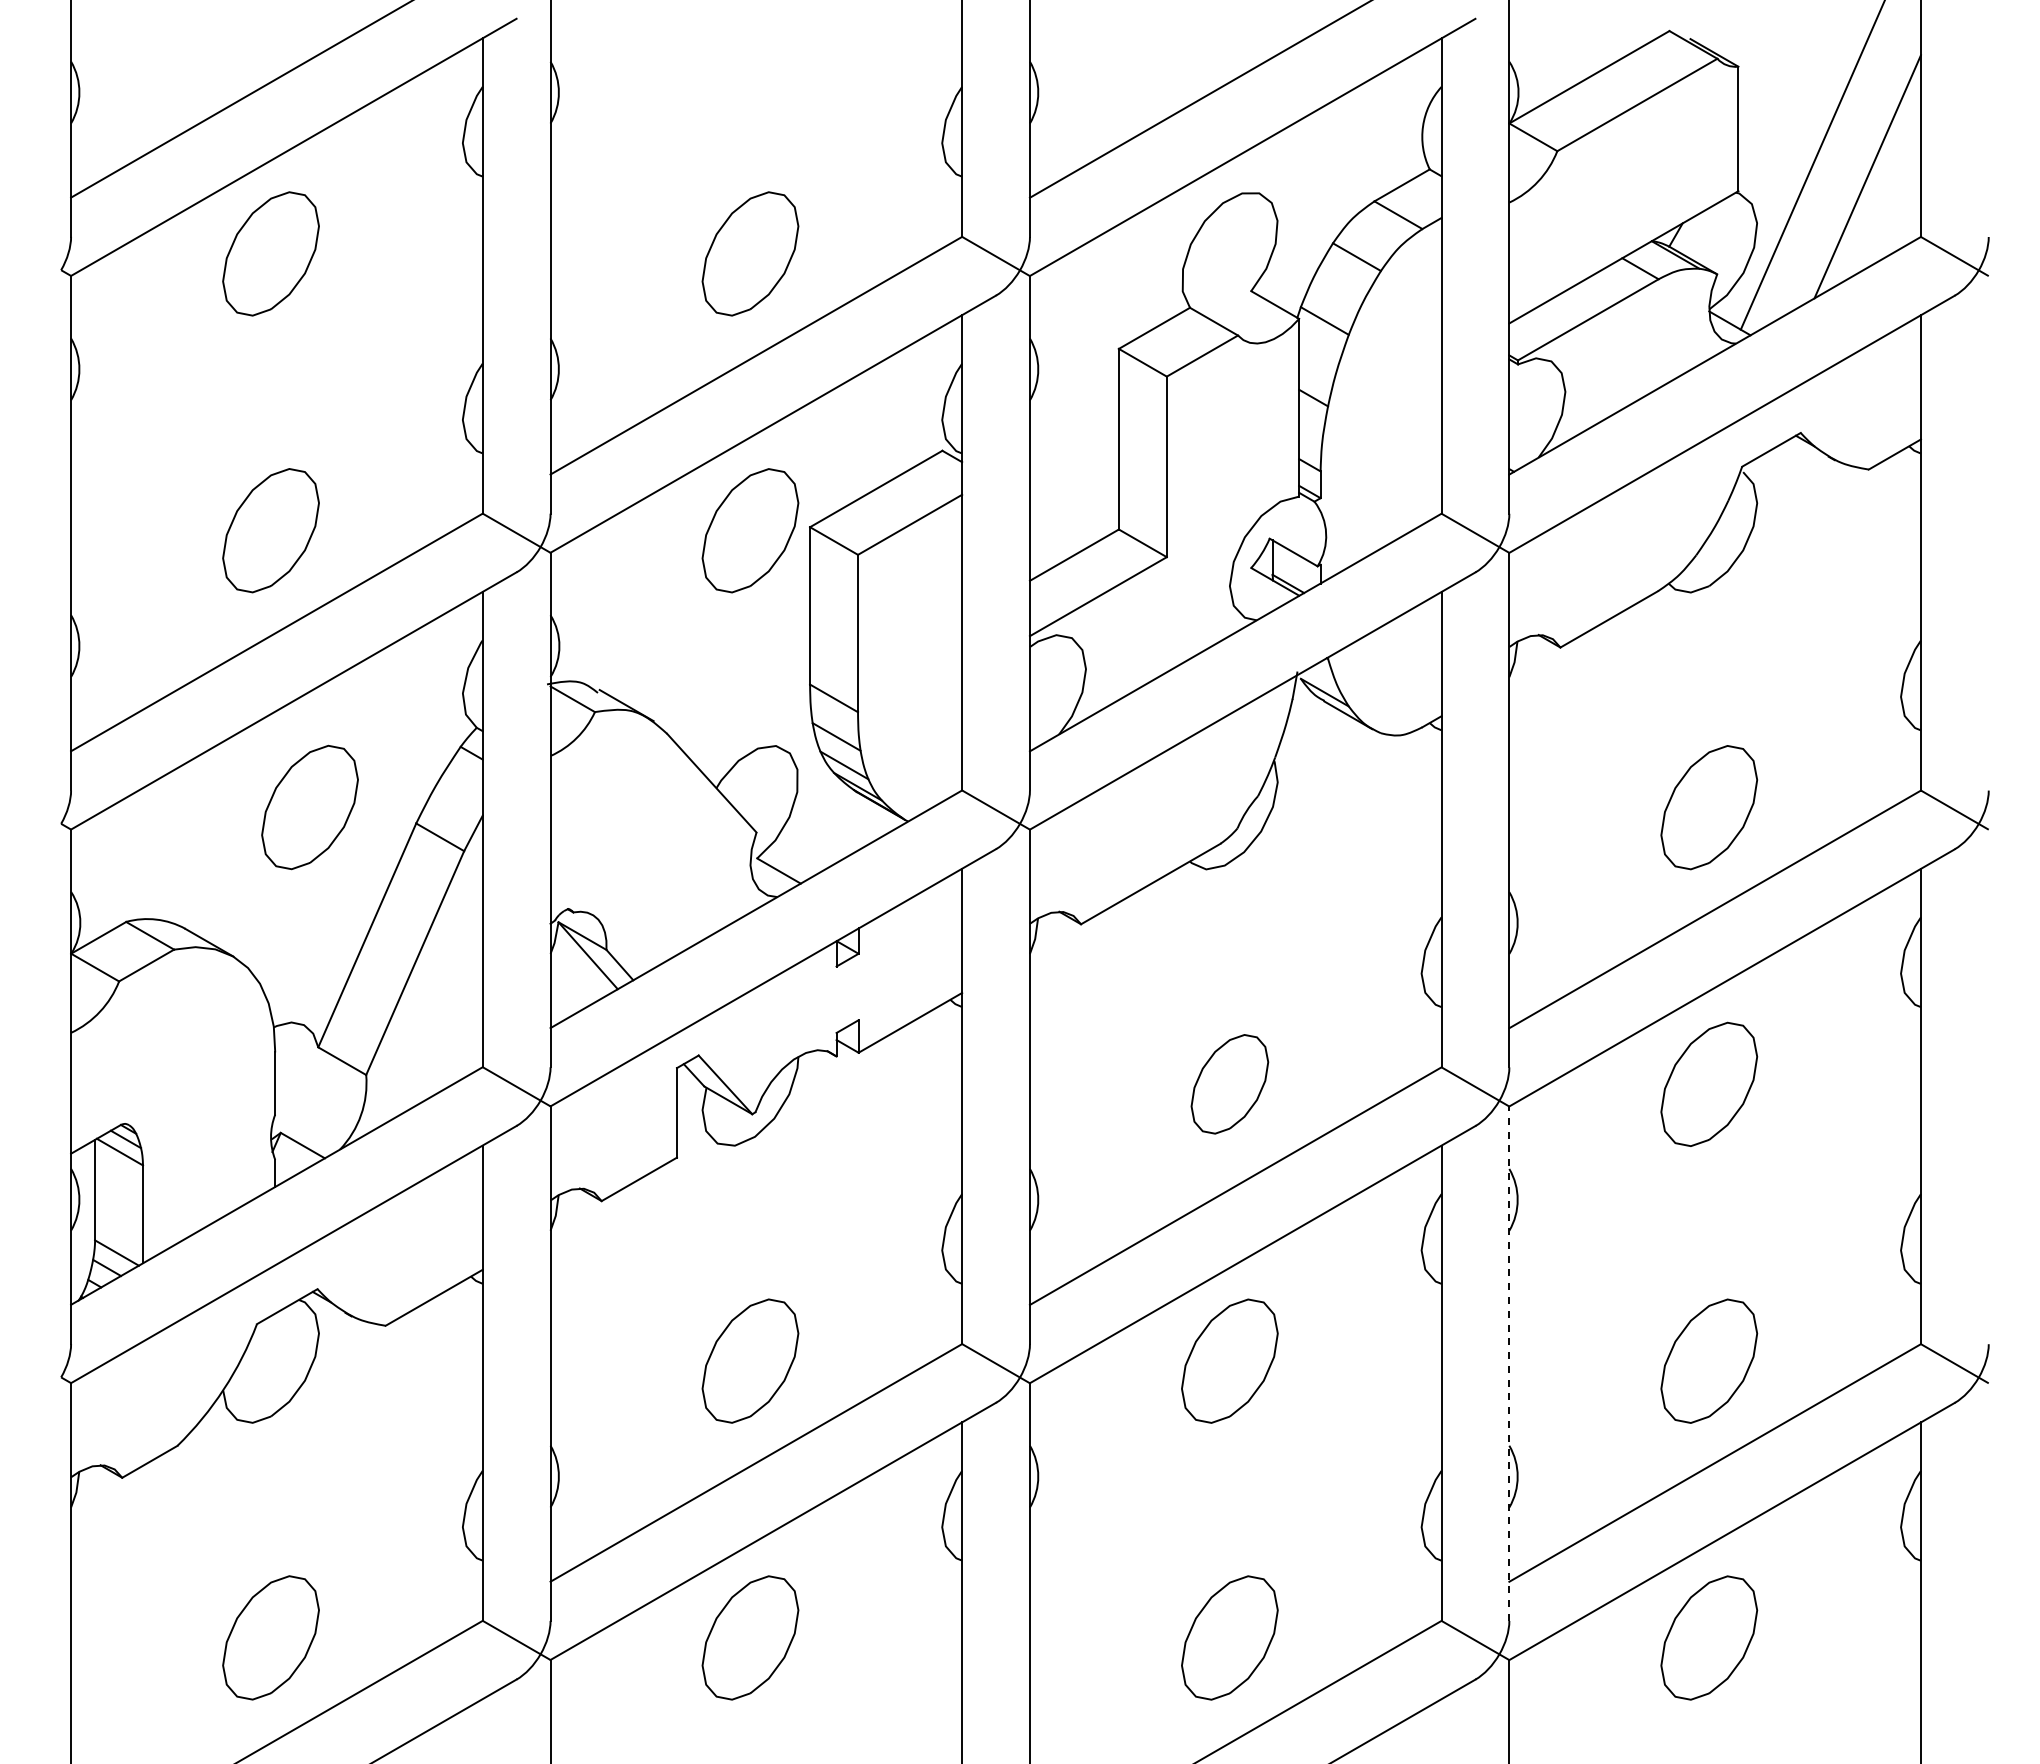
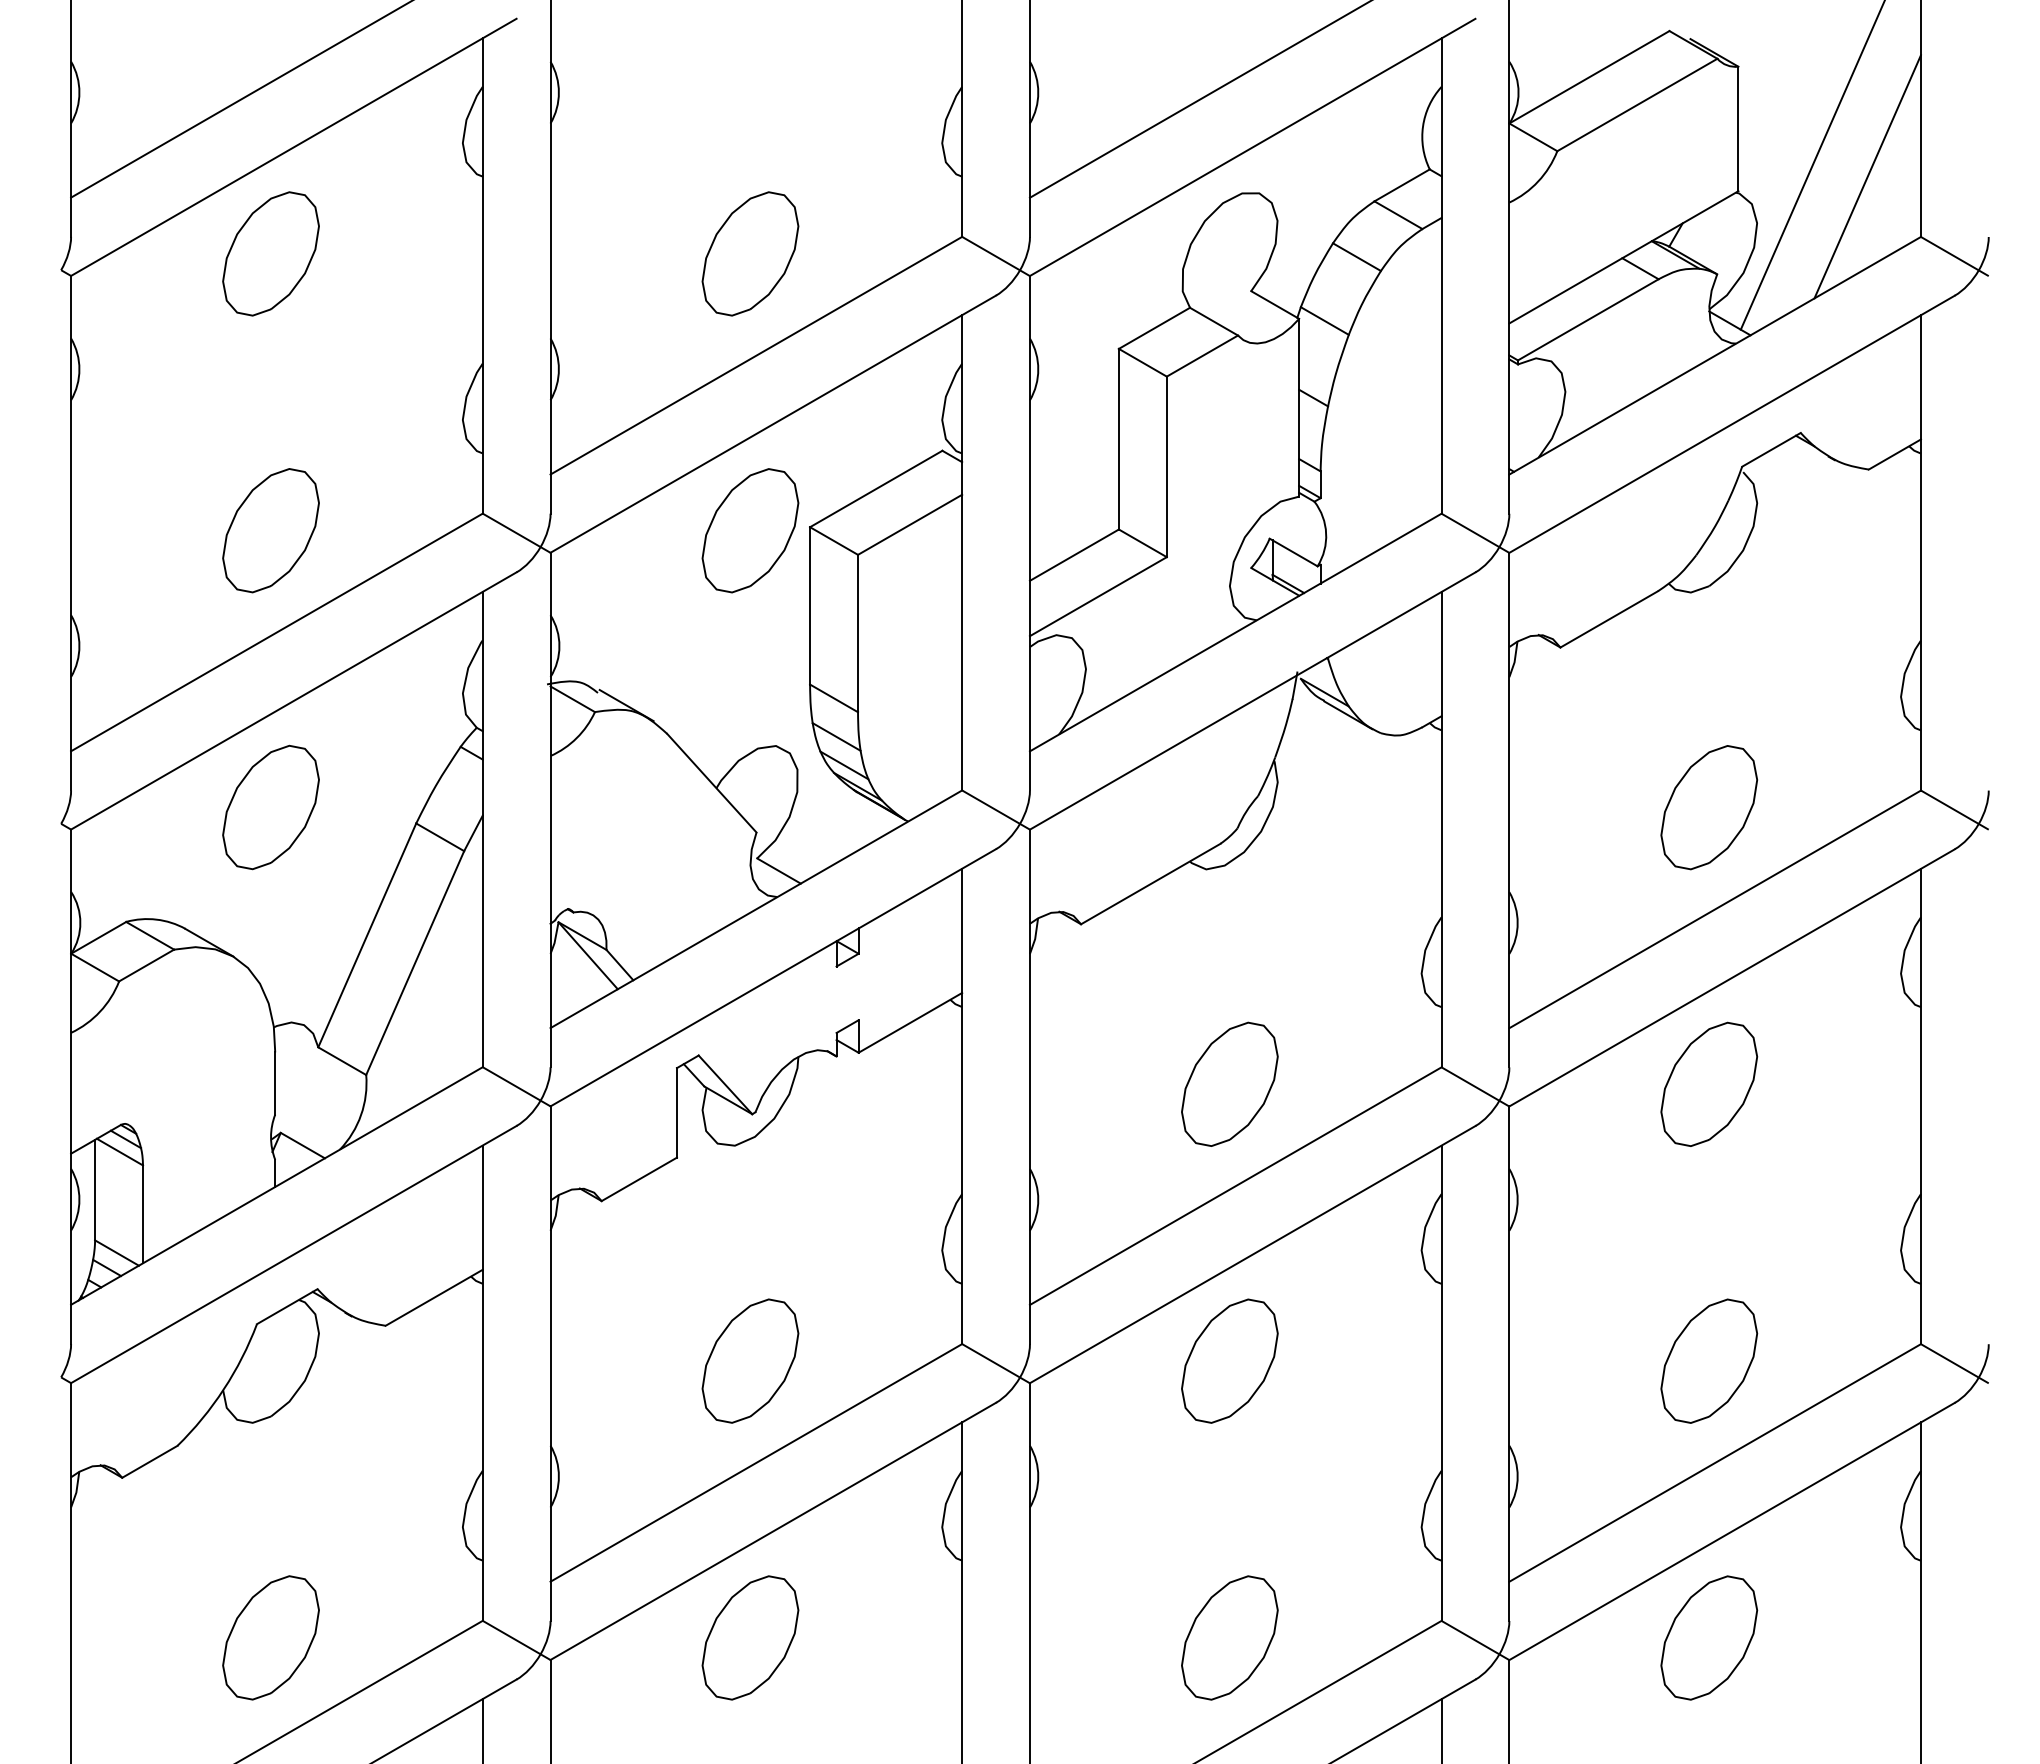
part at (309, 807) position: (309, 807) -> (270, 807)
part at (1229, 1084) size: 80x101 px -> 98x126 px
line at (1509, 1363): dashed -> solid
line at (482, 1729): none -> present
line at (1441, 1729): none -> present
